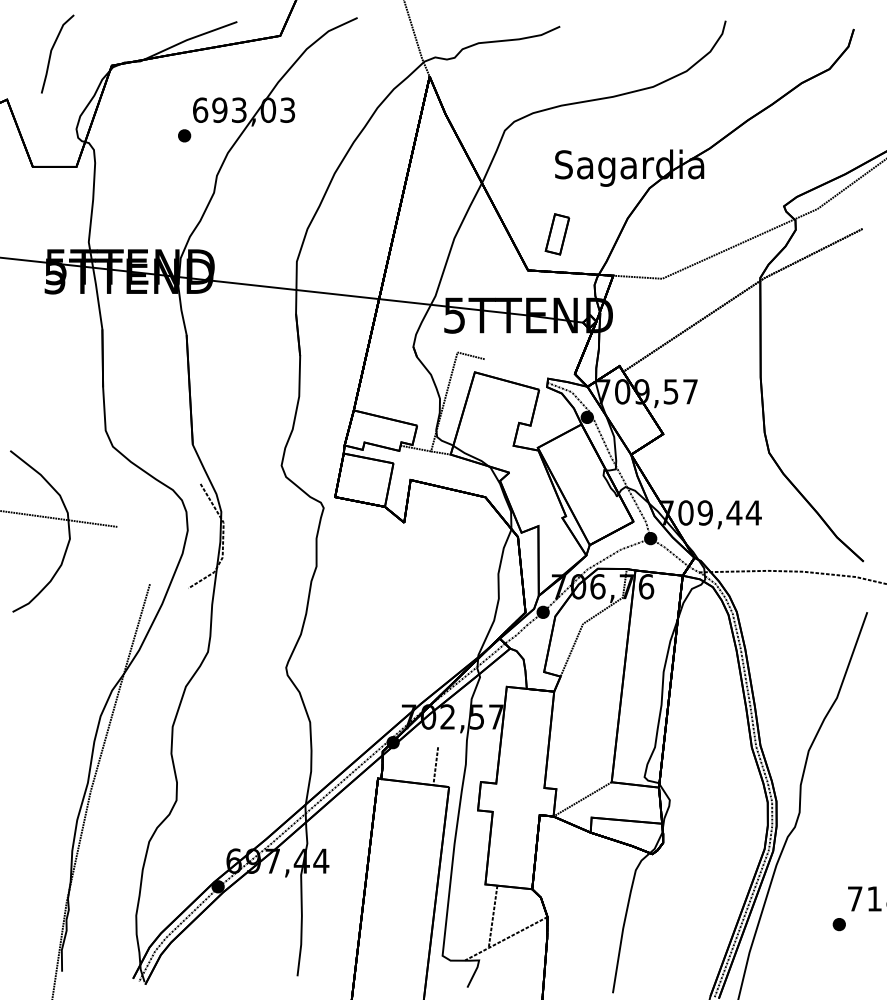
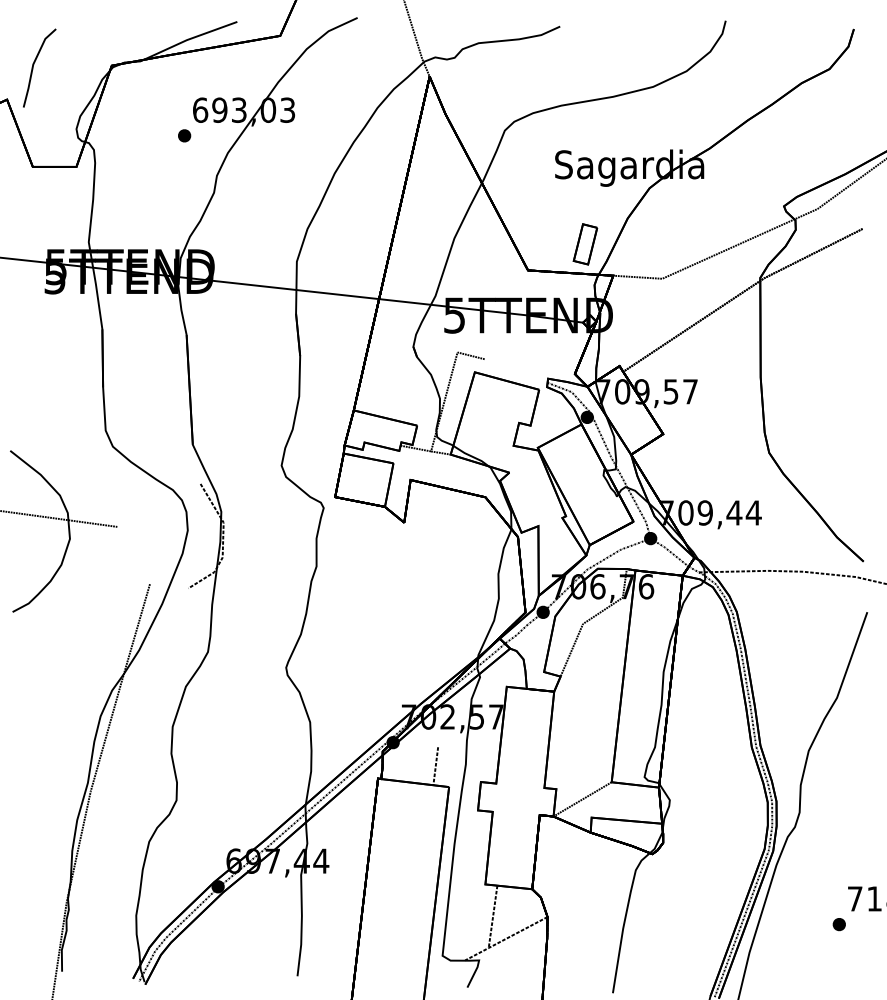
line at (52, 50) position: (52, 50) -> (34, 64)
part at (557, 234) position: (557, 234) -> (585, 244)
